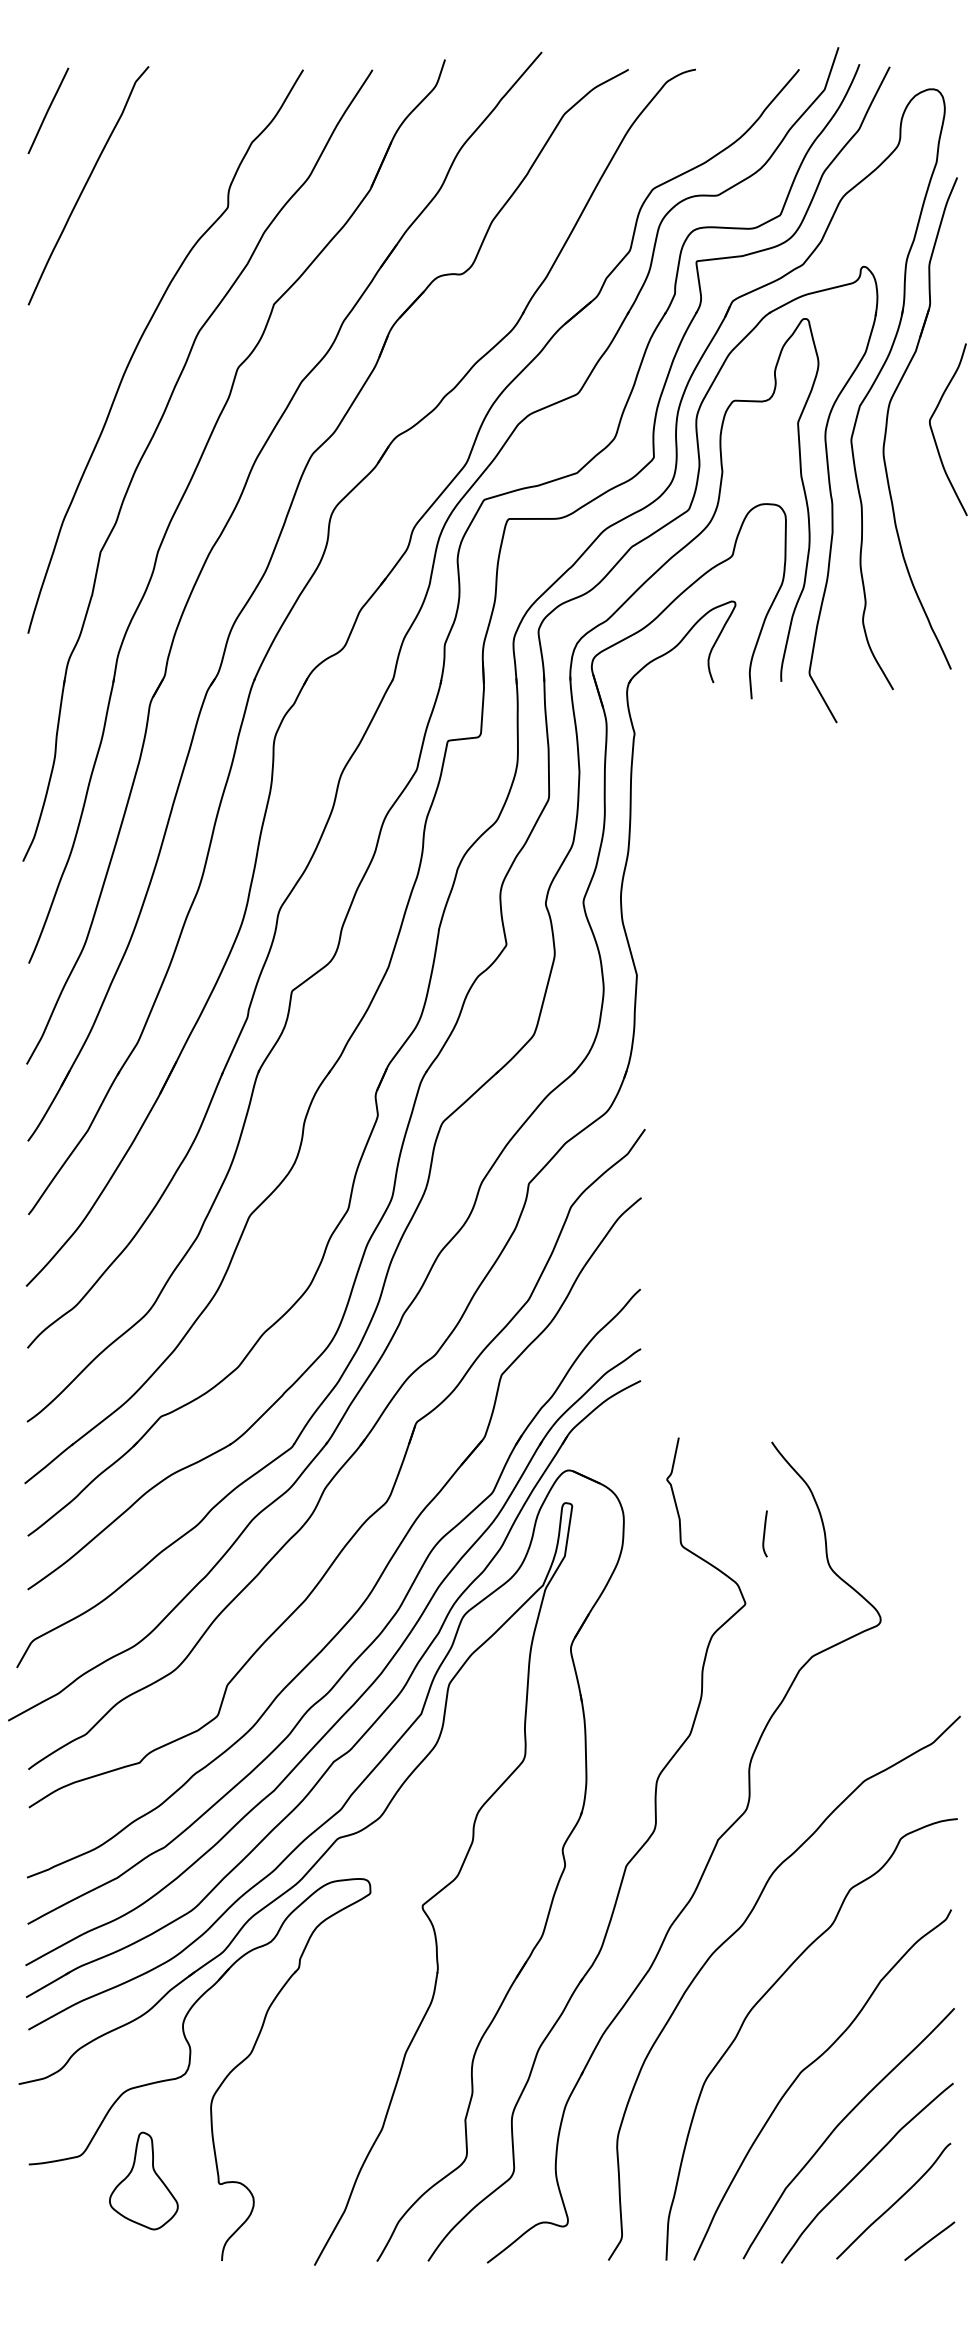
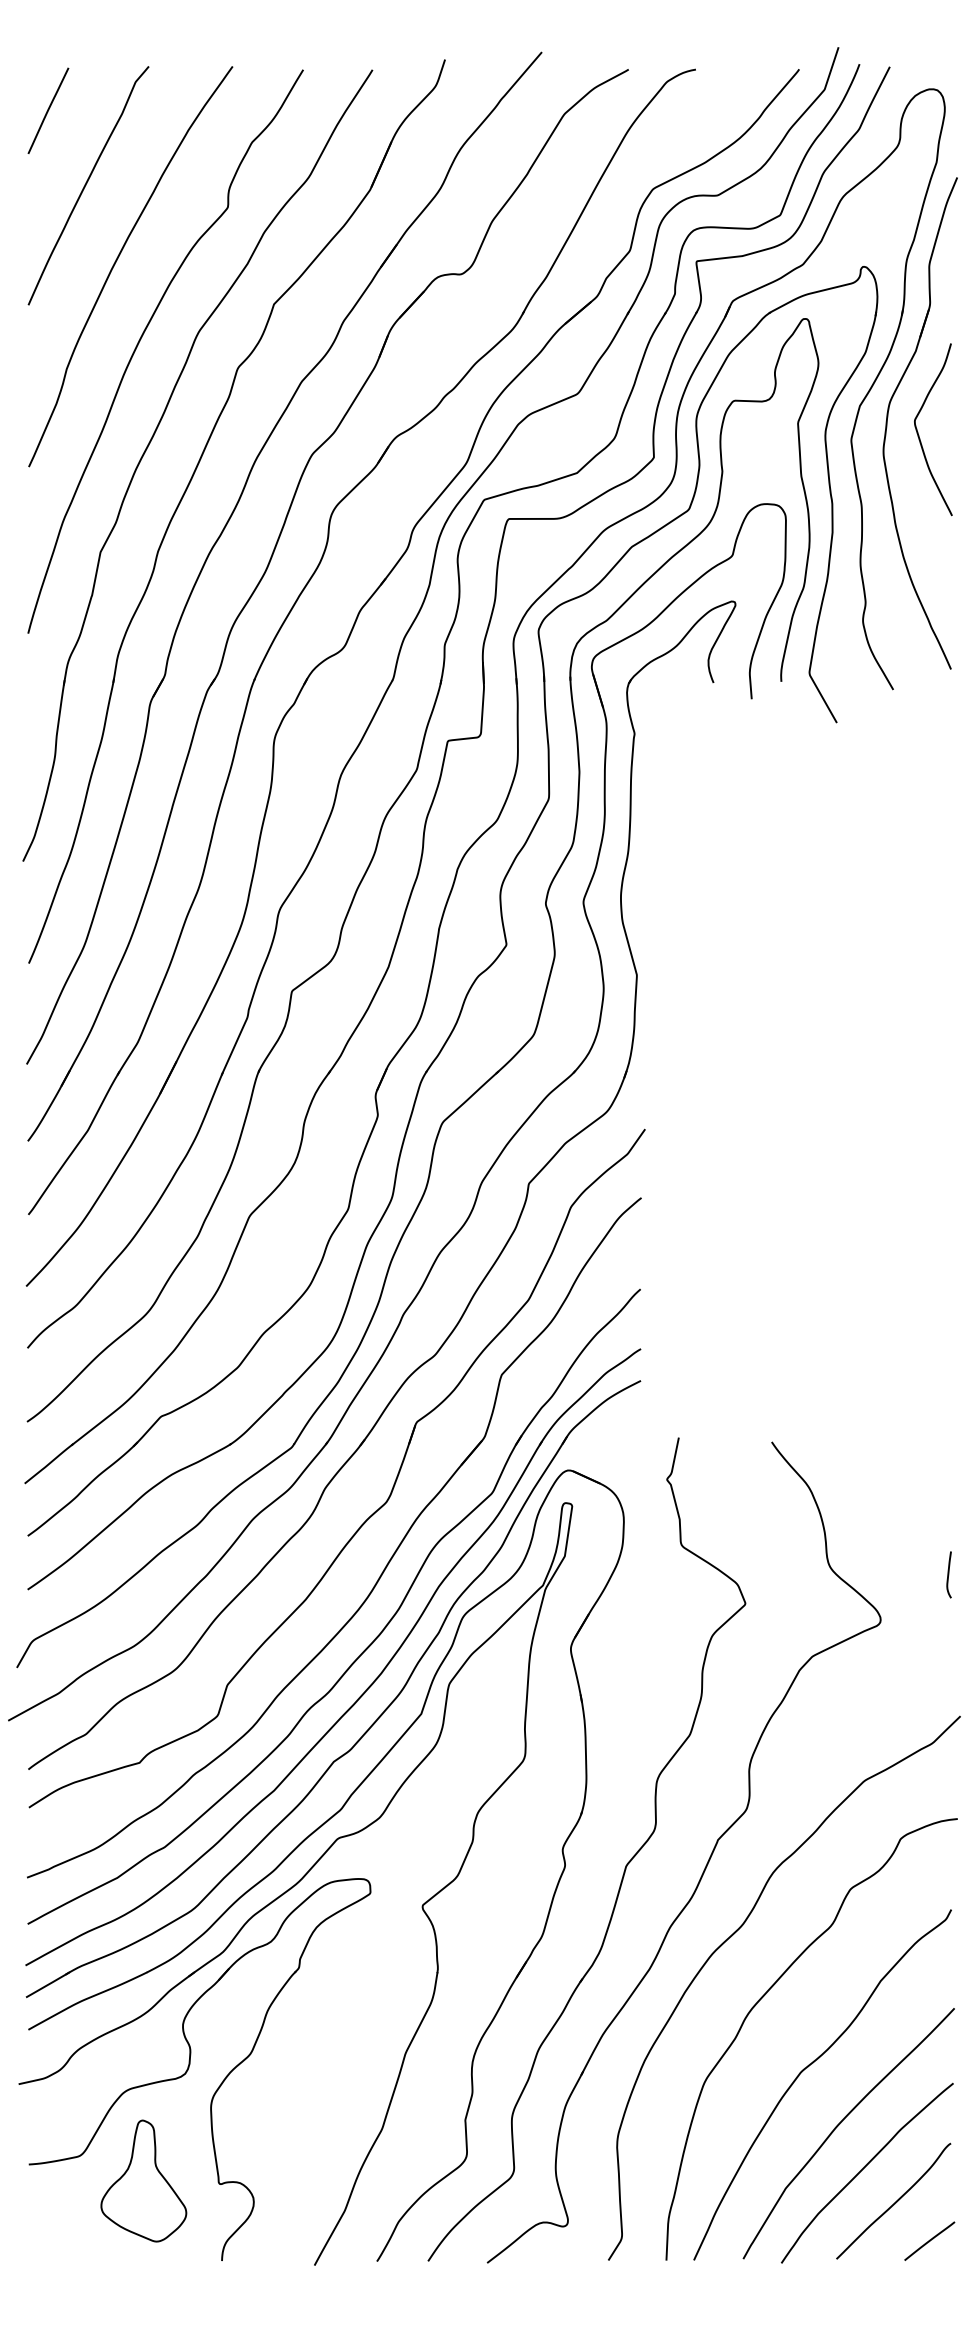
curve at (117, 260): none -> present
curve at (934, 435) position: (934, 435) -> (919, 435)
curve at (764, 1533) position: (764, 1533) -> (948, 1574)
part at (143, 2180) size: 70x100 px -> 88x124 px
